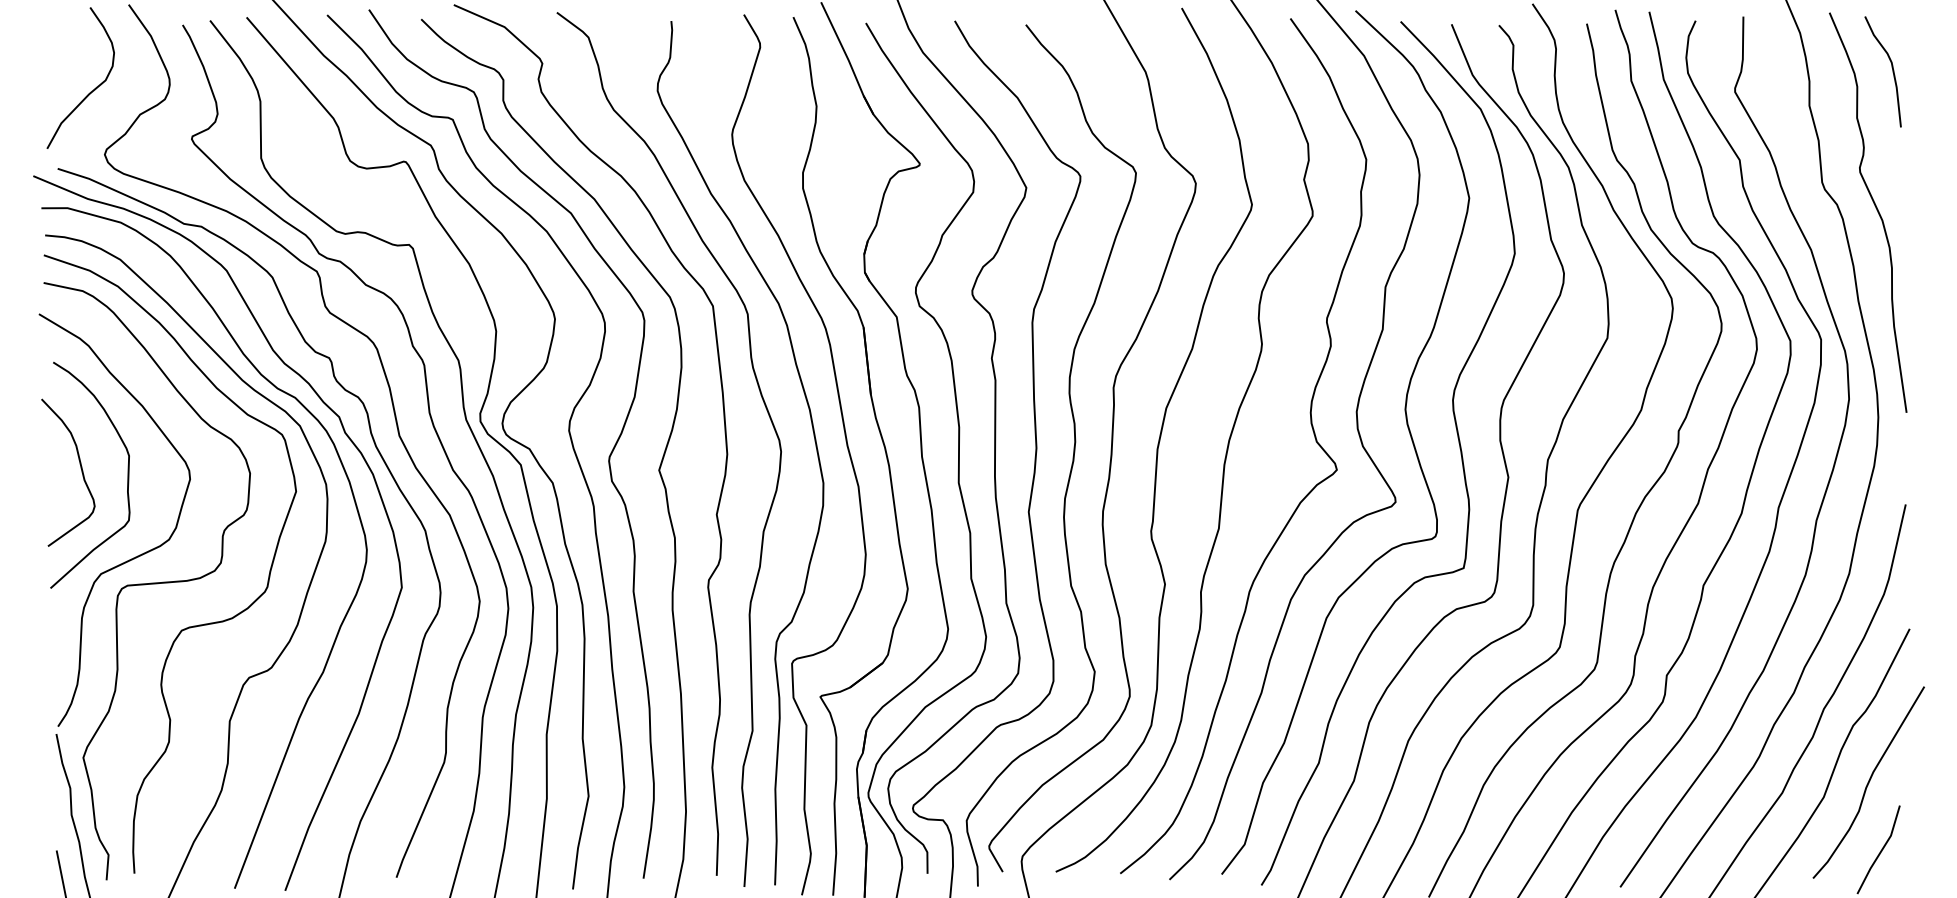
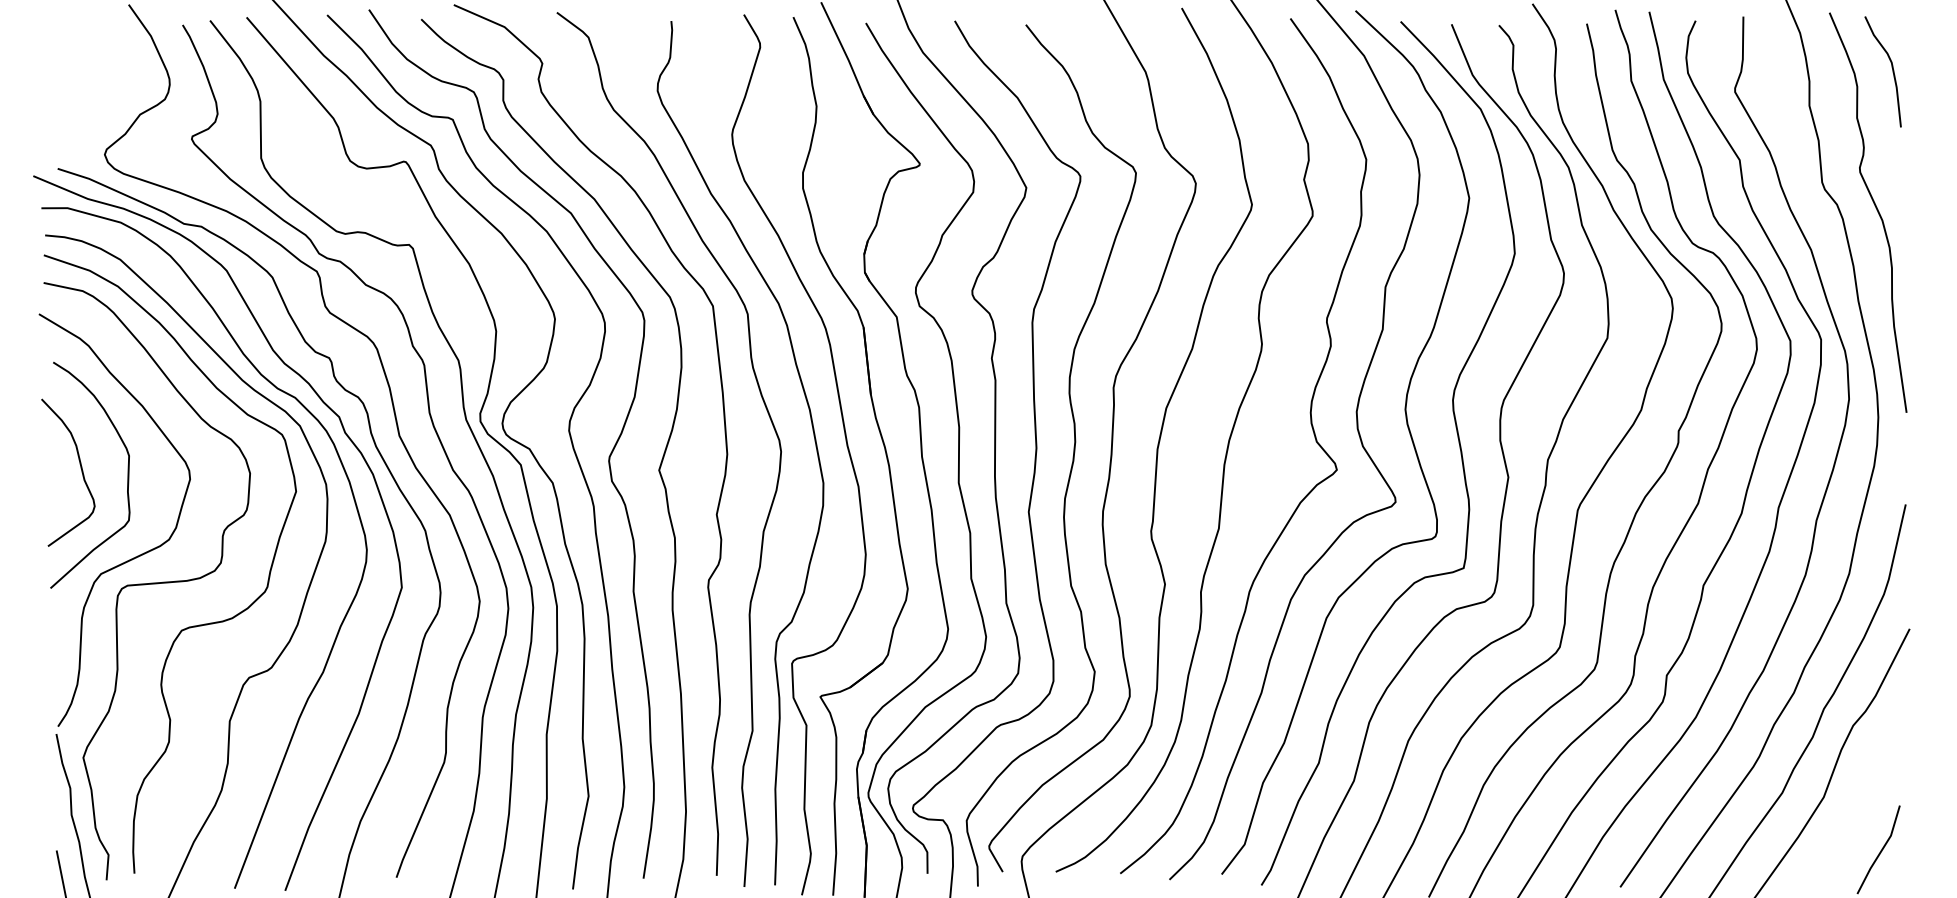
curve at (90, 91): present -> none
part at (1868, 782): present -> none
